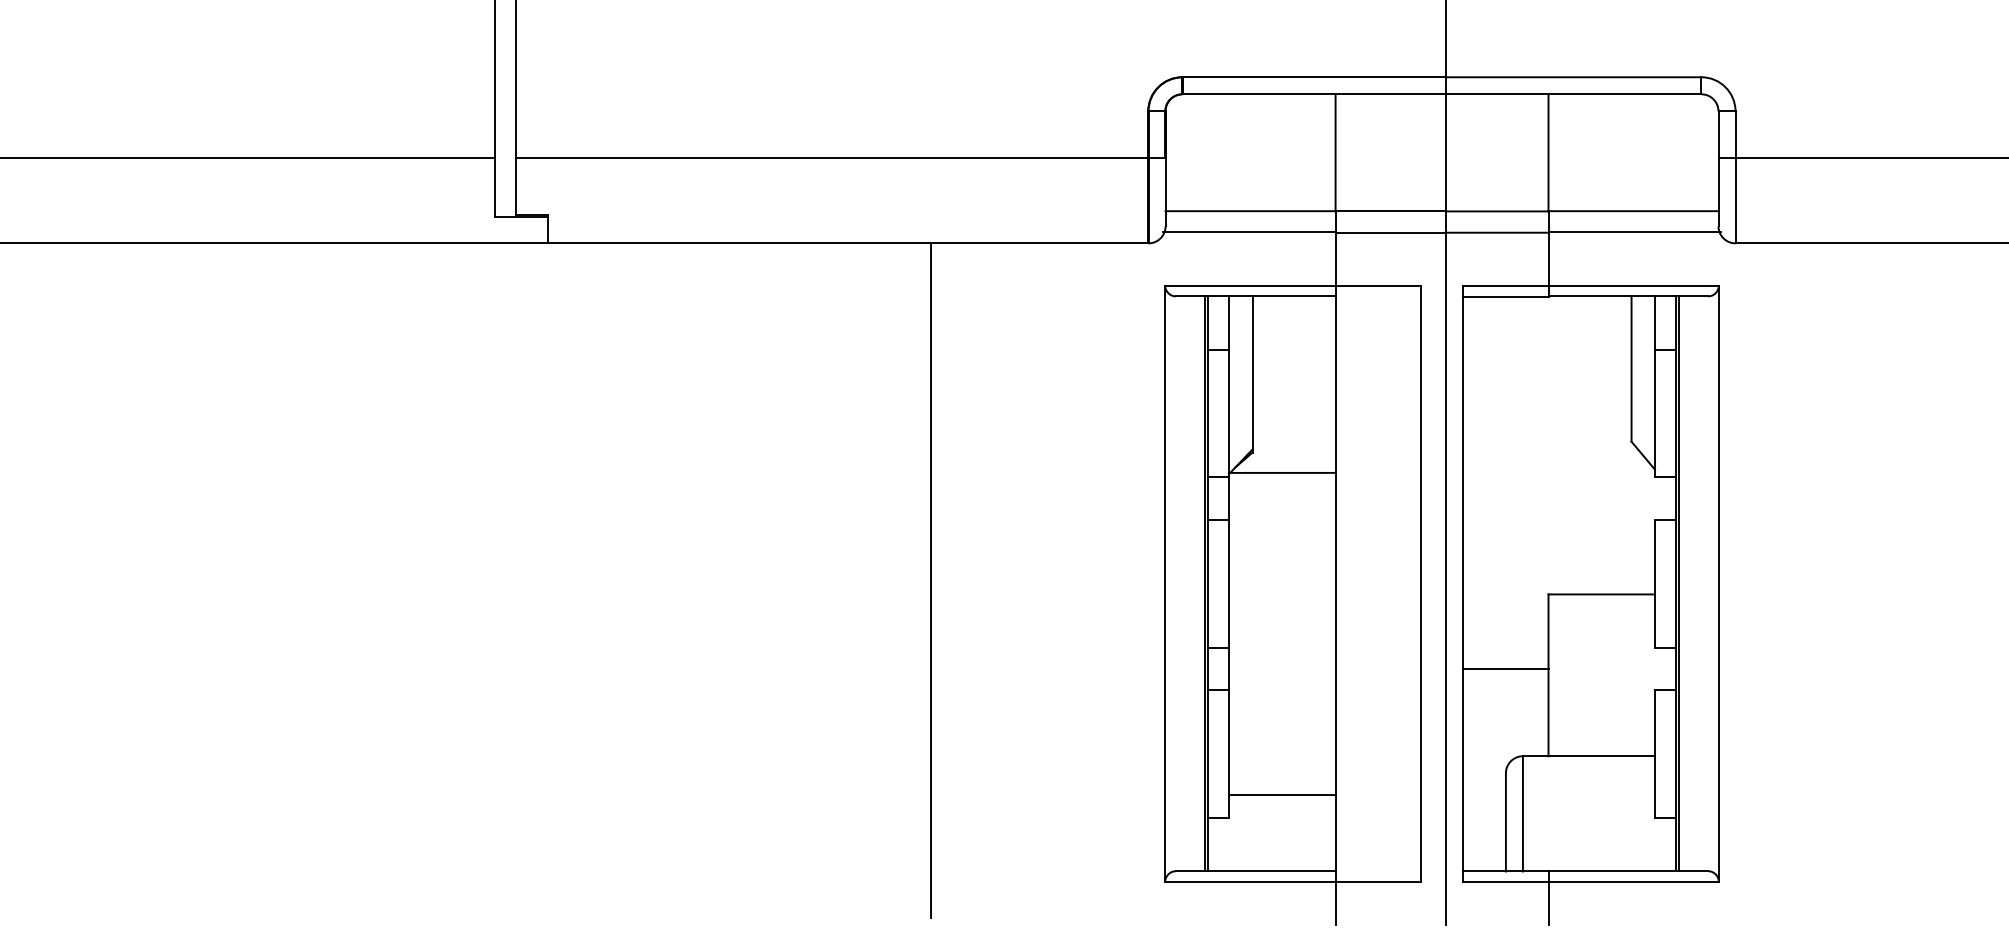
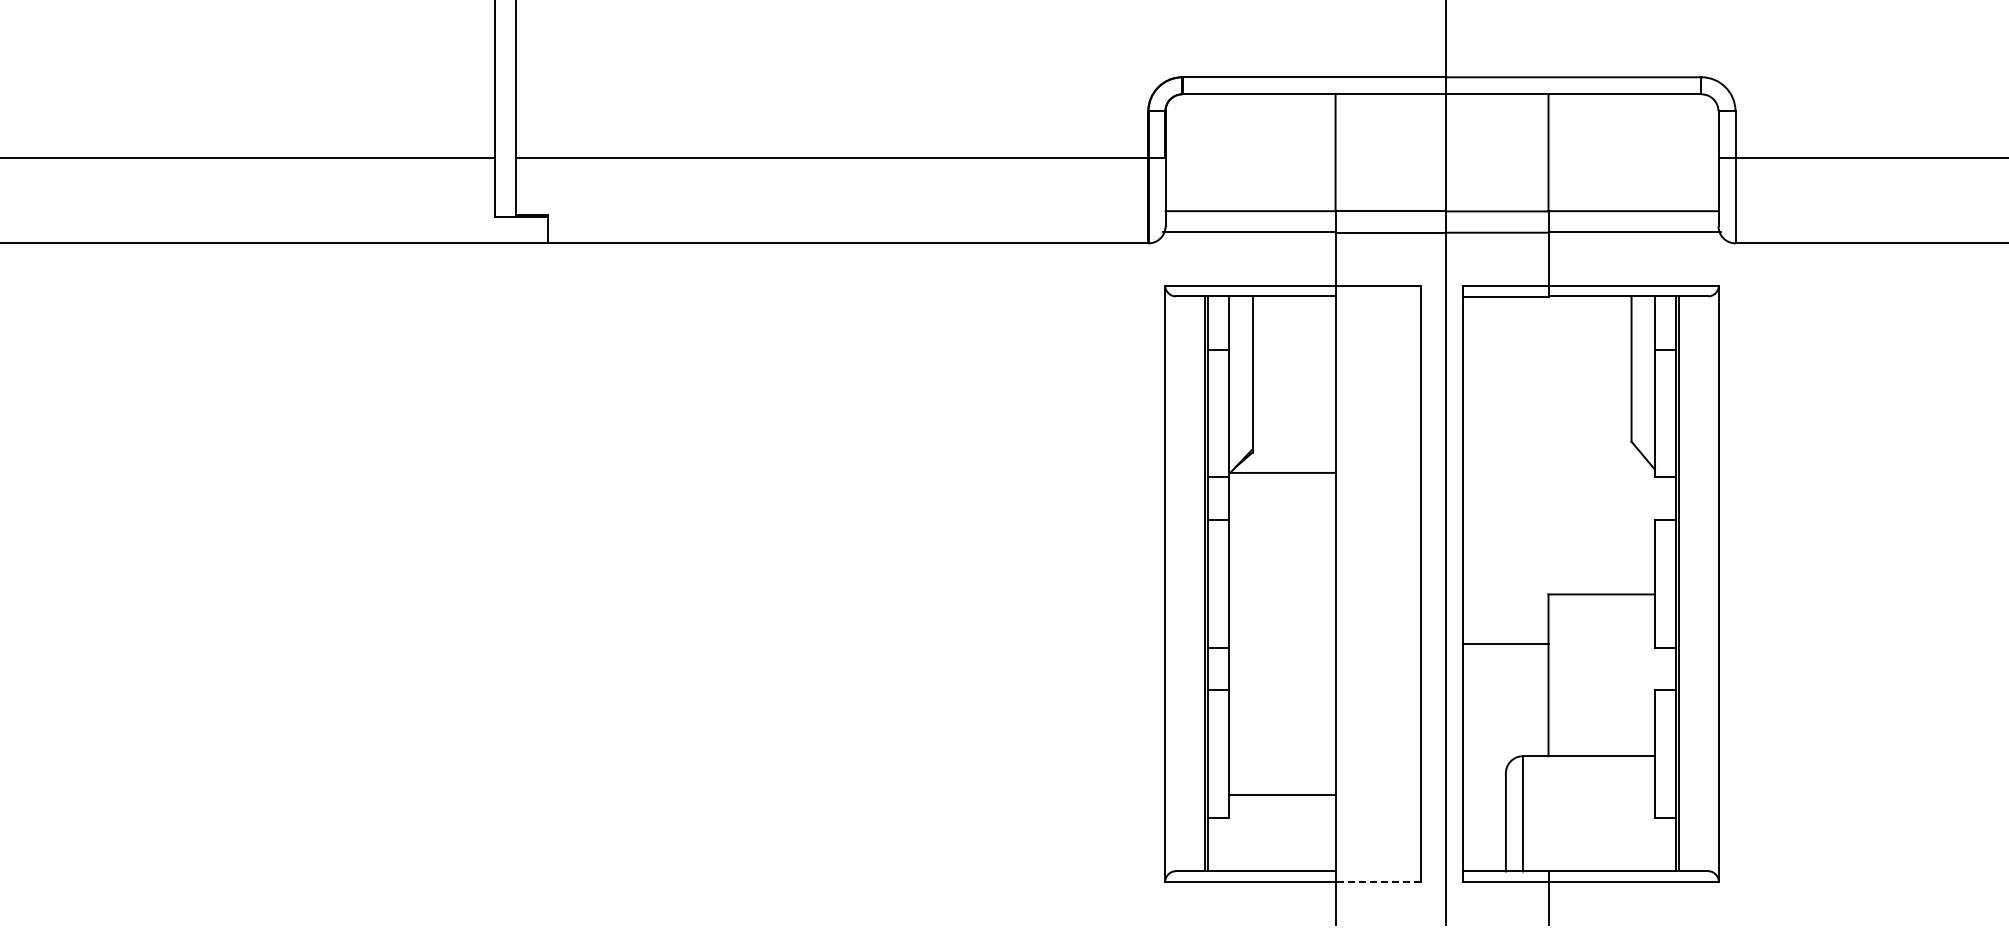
line at (931, 580): present -> none
line at (1505, 669) position: (1505, 669) -> (1505, 644)
line at (1378, 882): solid -> dashed
